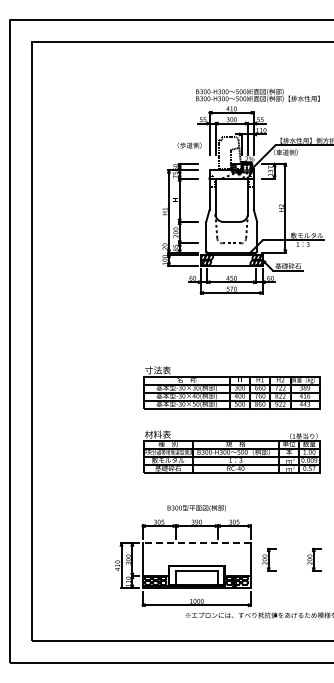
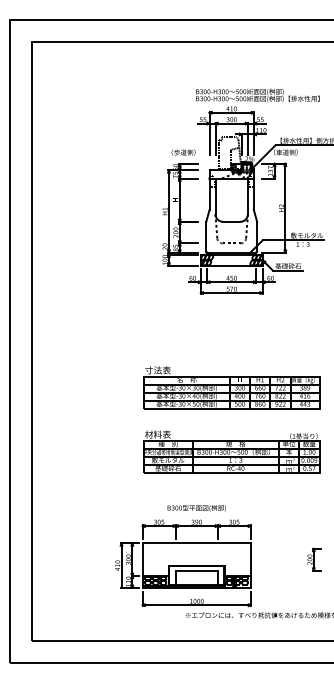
text at (189, 145) position: (189, 145) -> (183, 152)
line at (196, 543): dashed -> solid
part at (269, 559): present -> none
